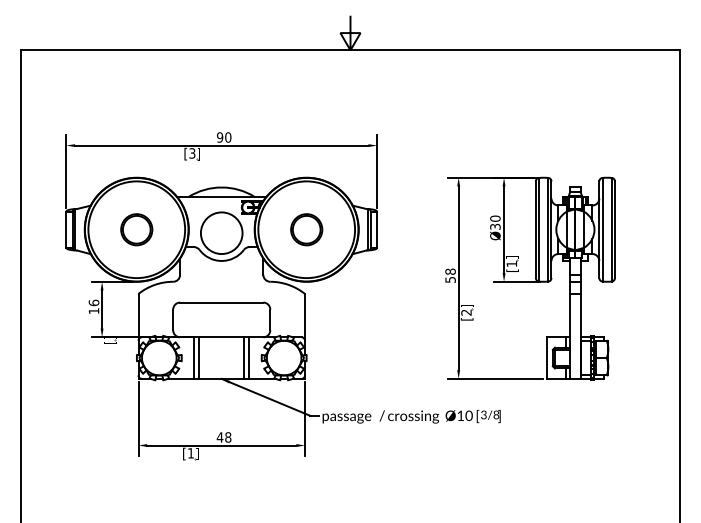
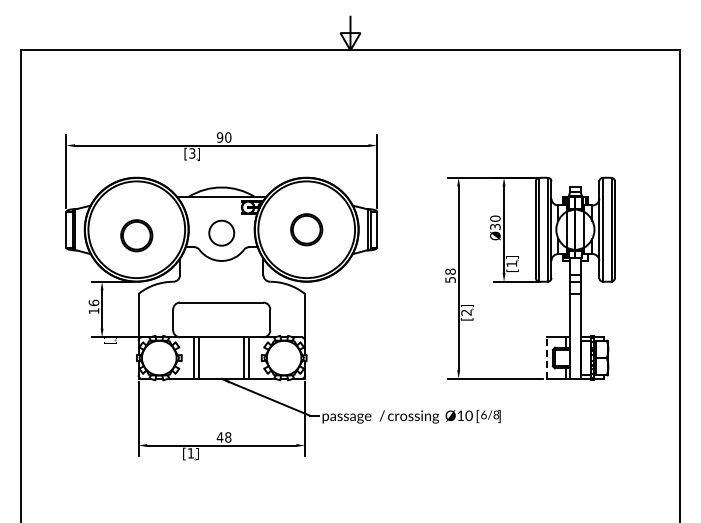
part at (136, 229) position: (136, 229) -> (136, 235)
circle at (221, 233) diameter: 42 px -> 25 px
line at (546, 358): solid -> dashed
text at (483, 414): 3/8 -> 6/8
